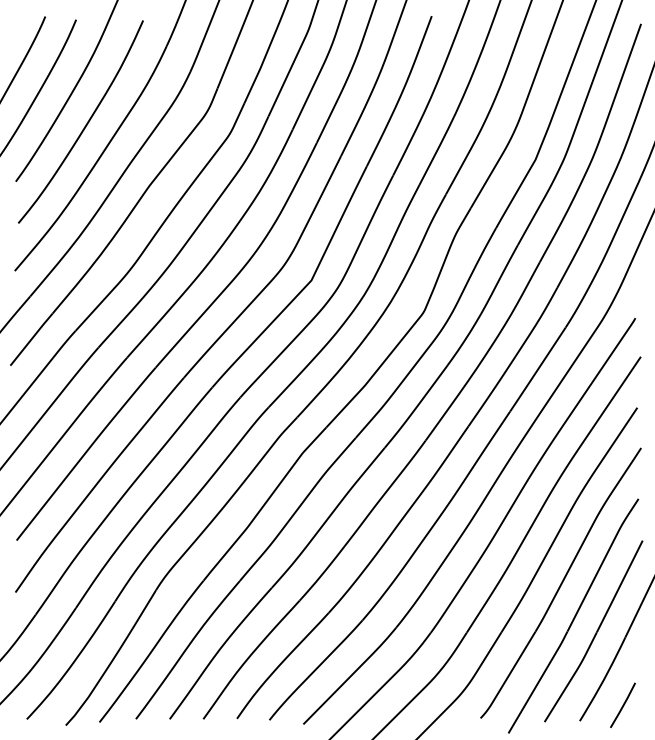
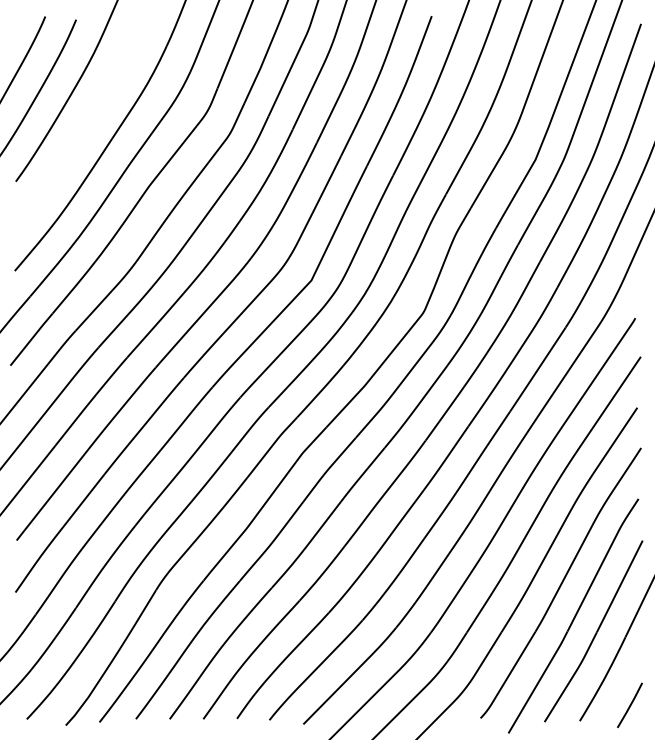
curve at (85, 124): present -> none
line at (622, 705) position: (622, 705) -> (629, 705)
